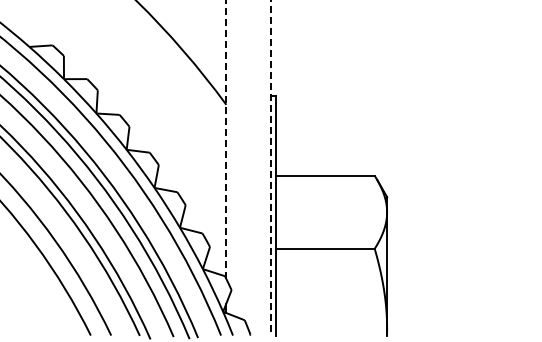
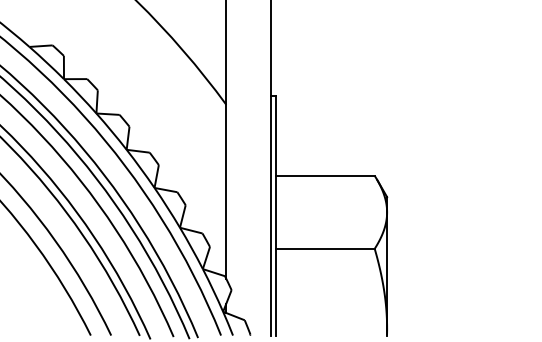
line at (226, 139): dashed -> solid
line at (270, 167): dashed -> solid
